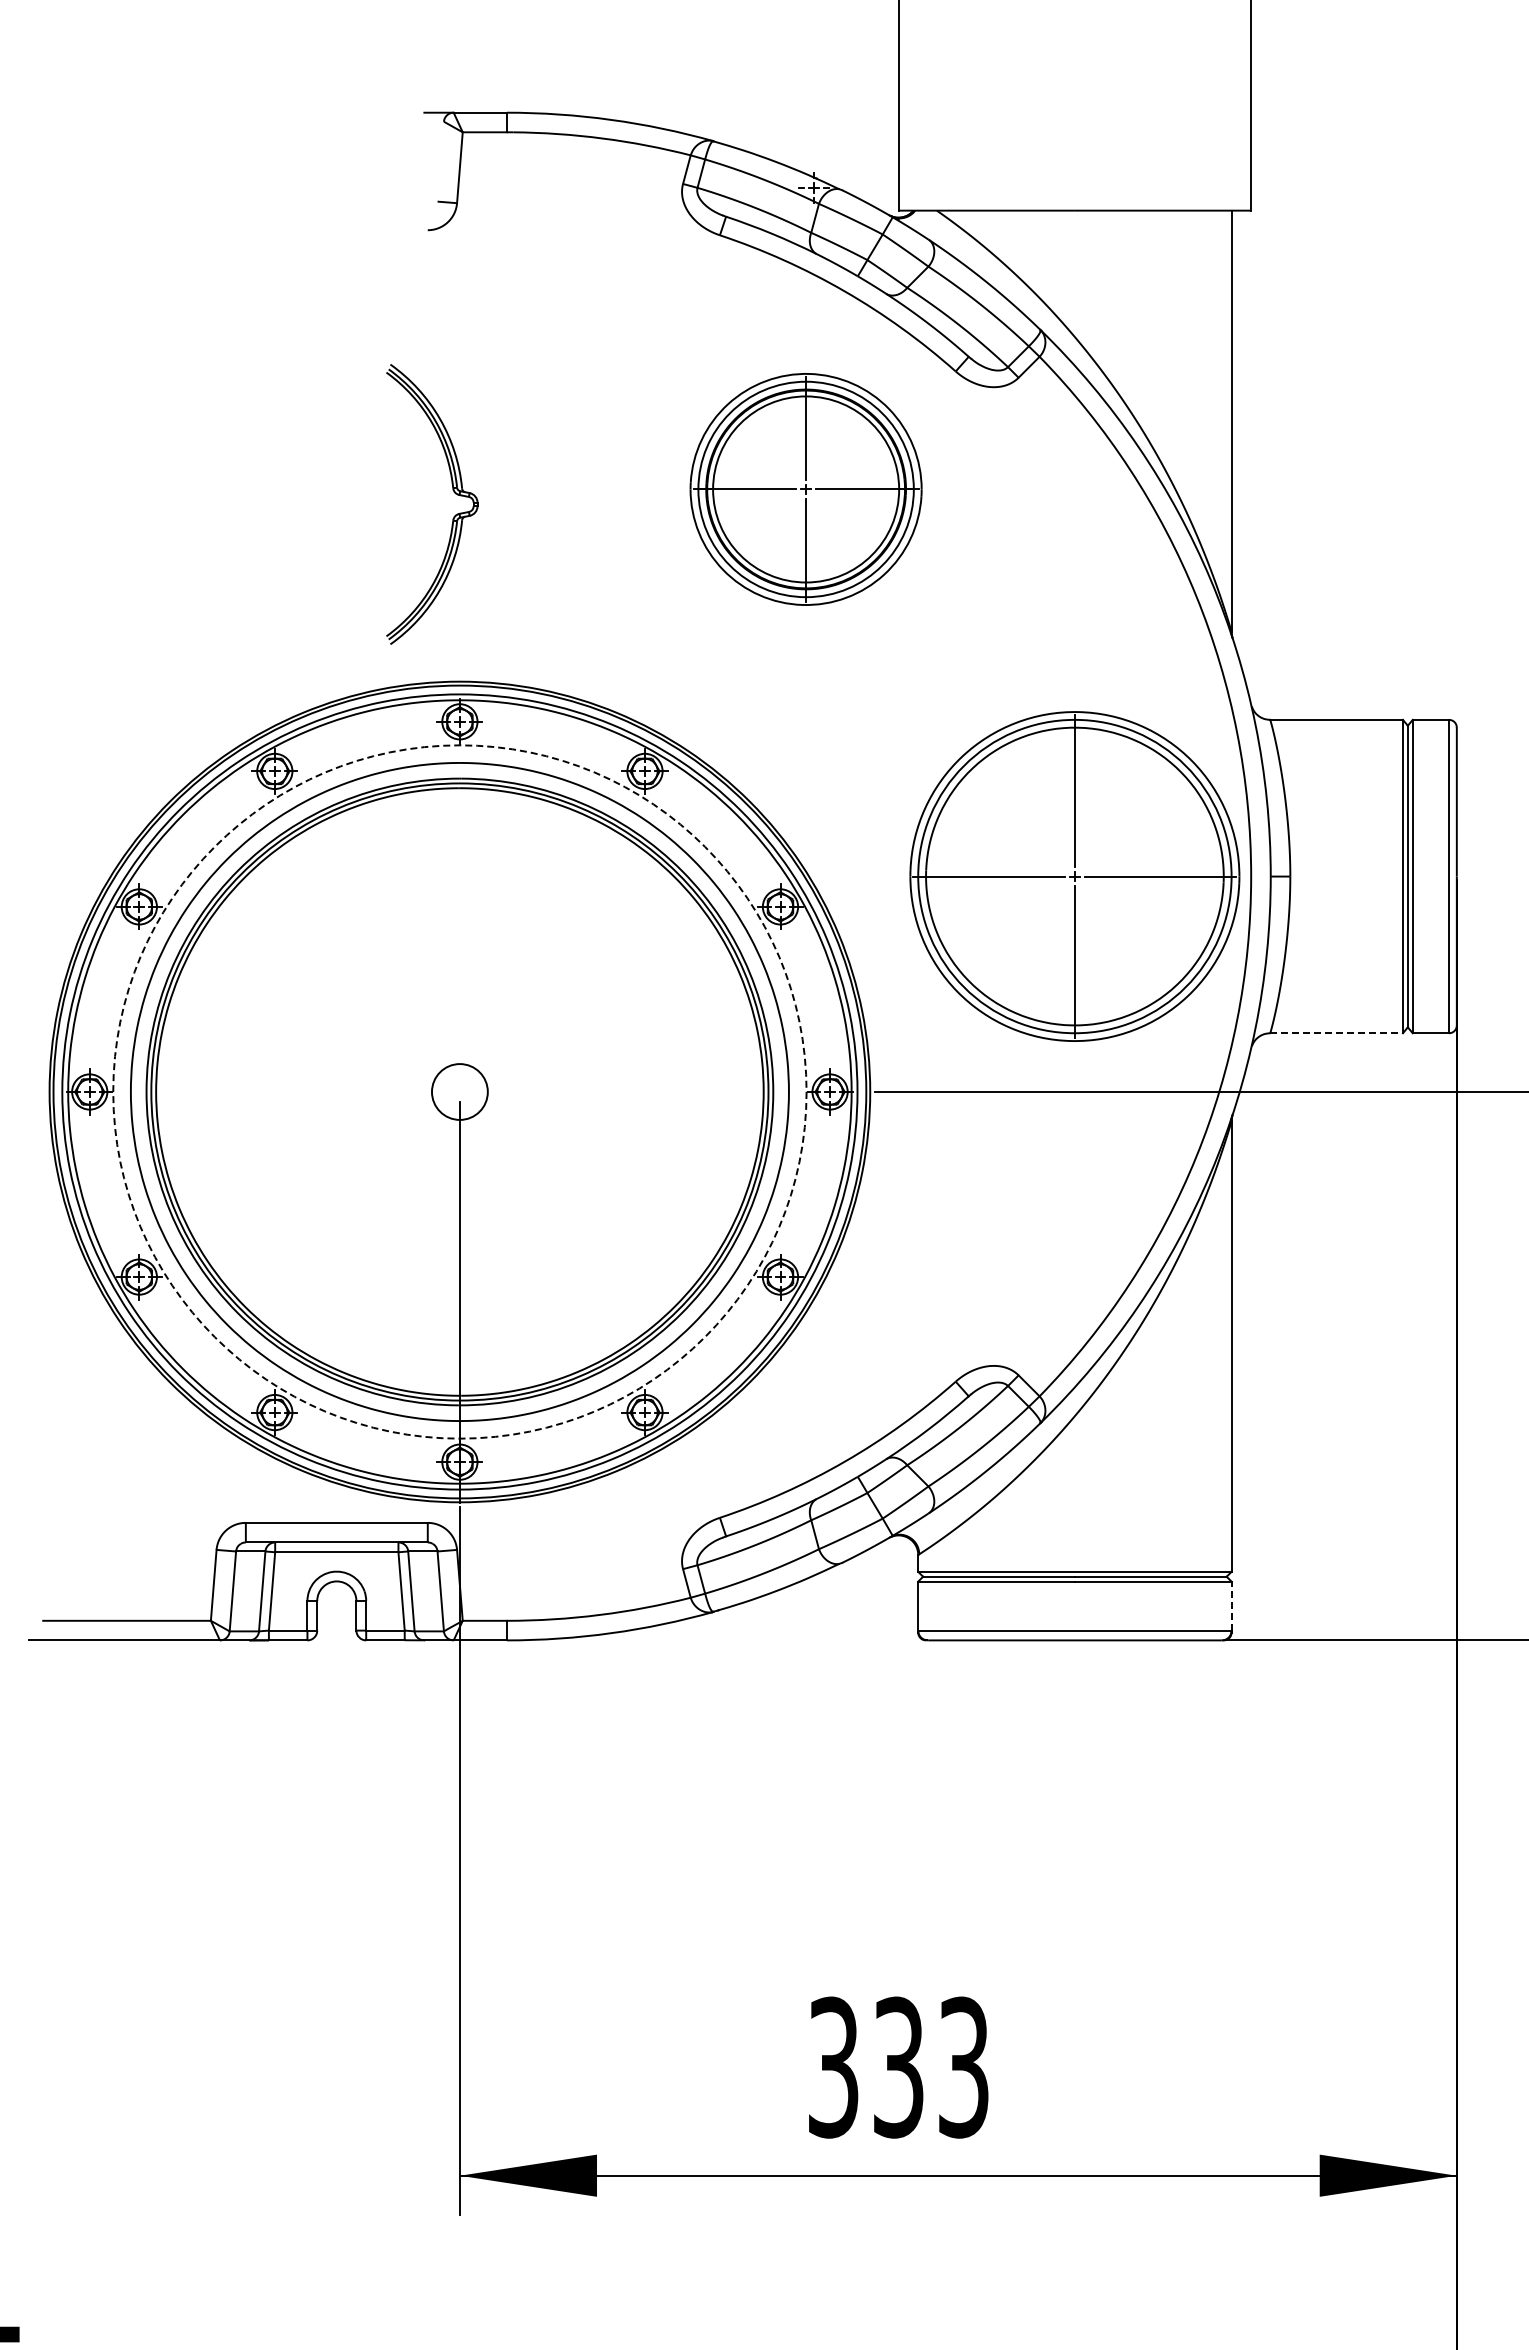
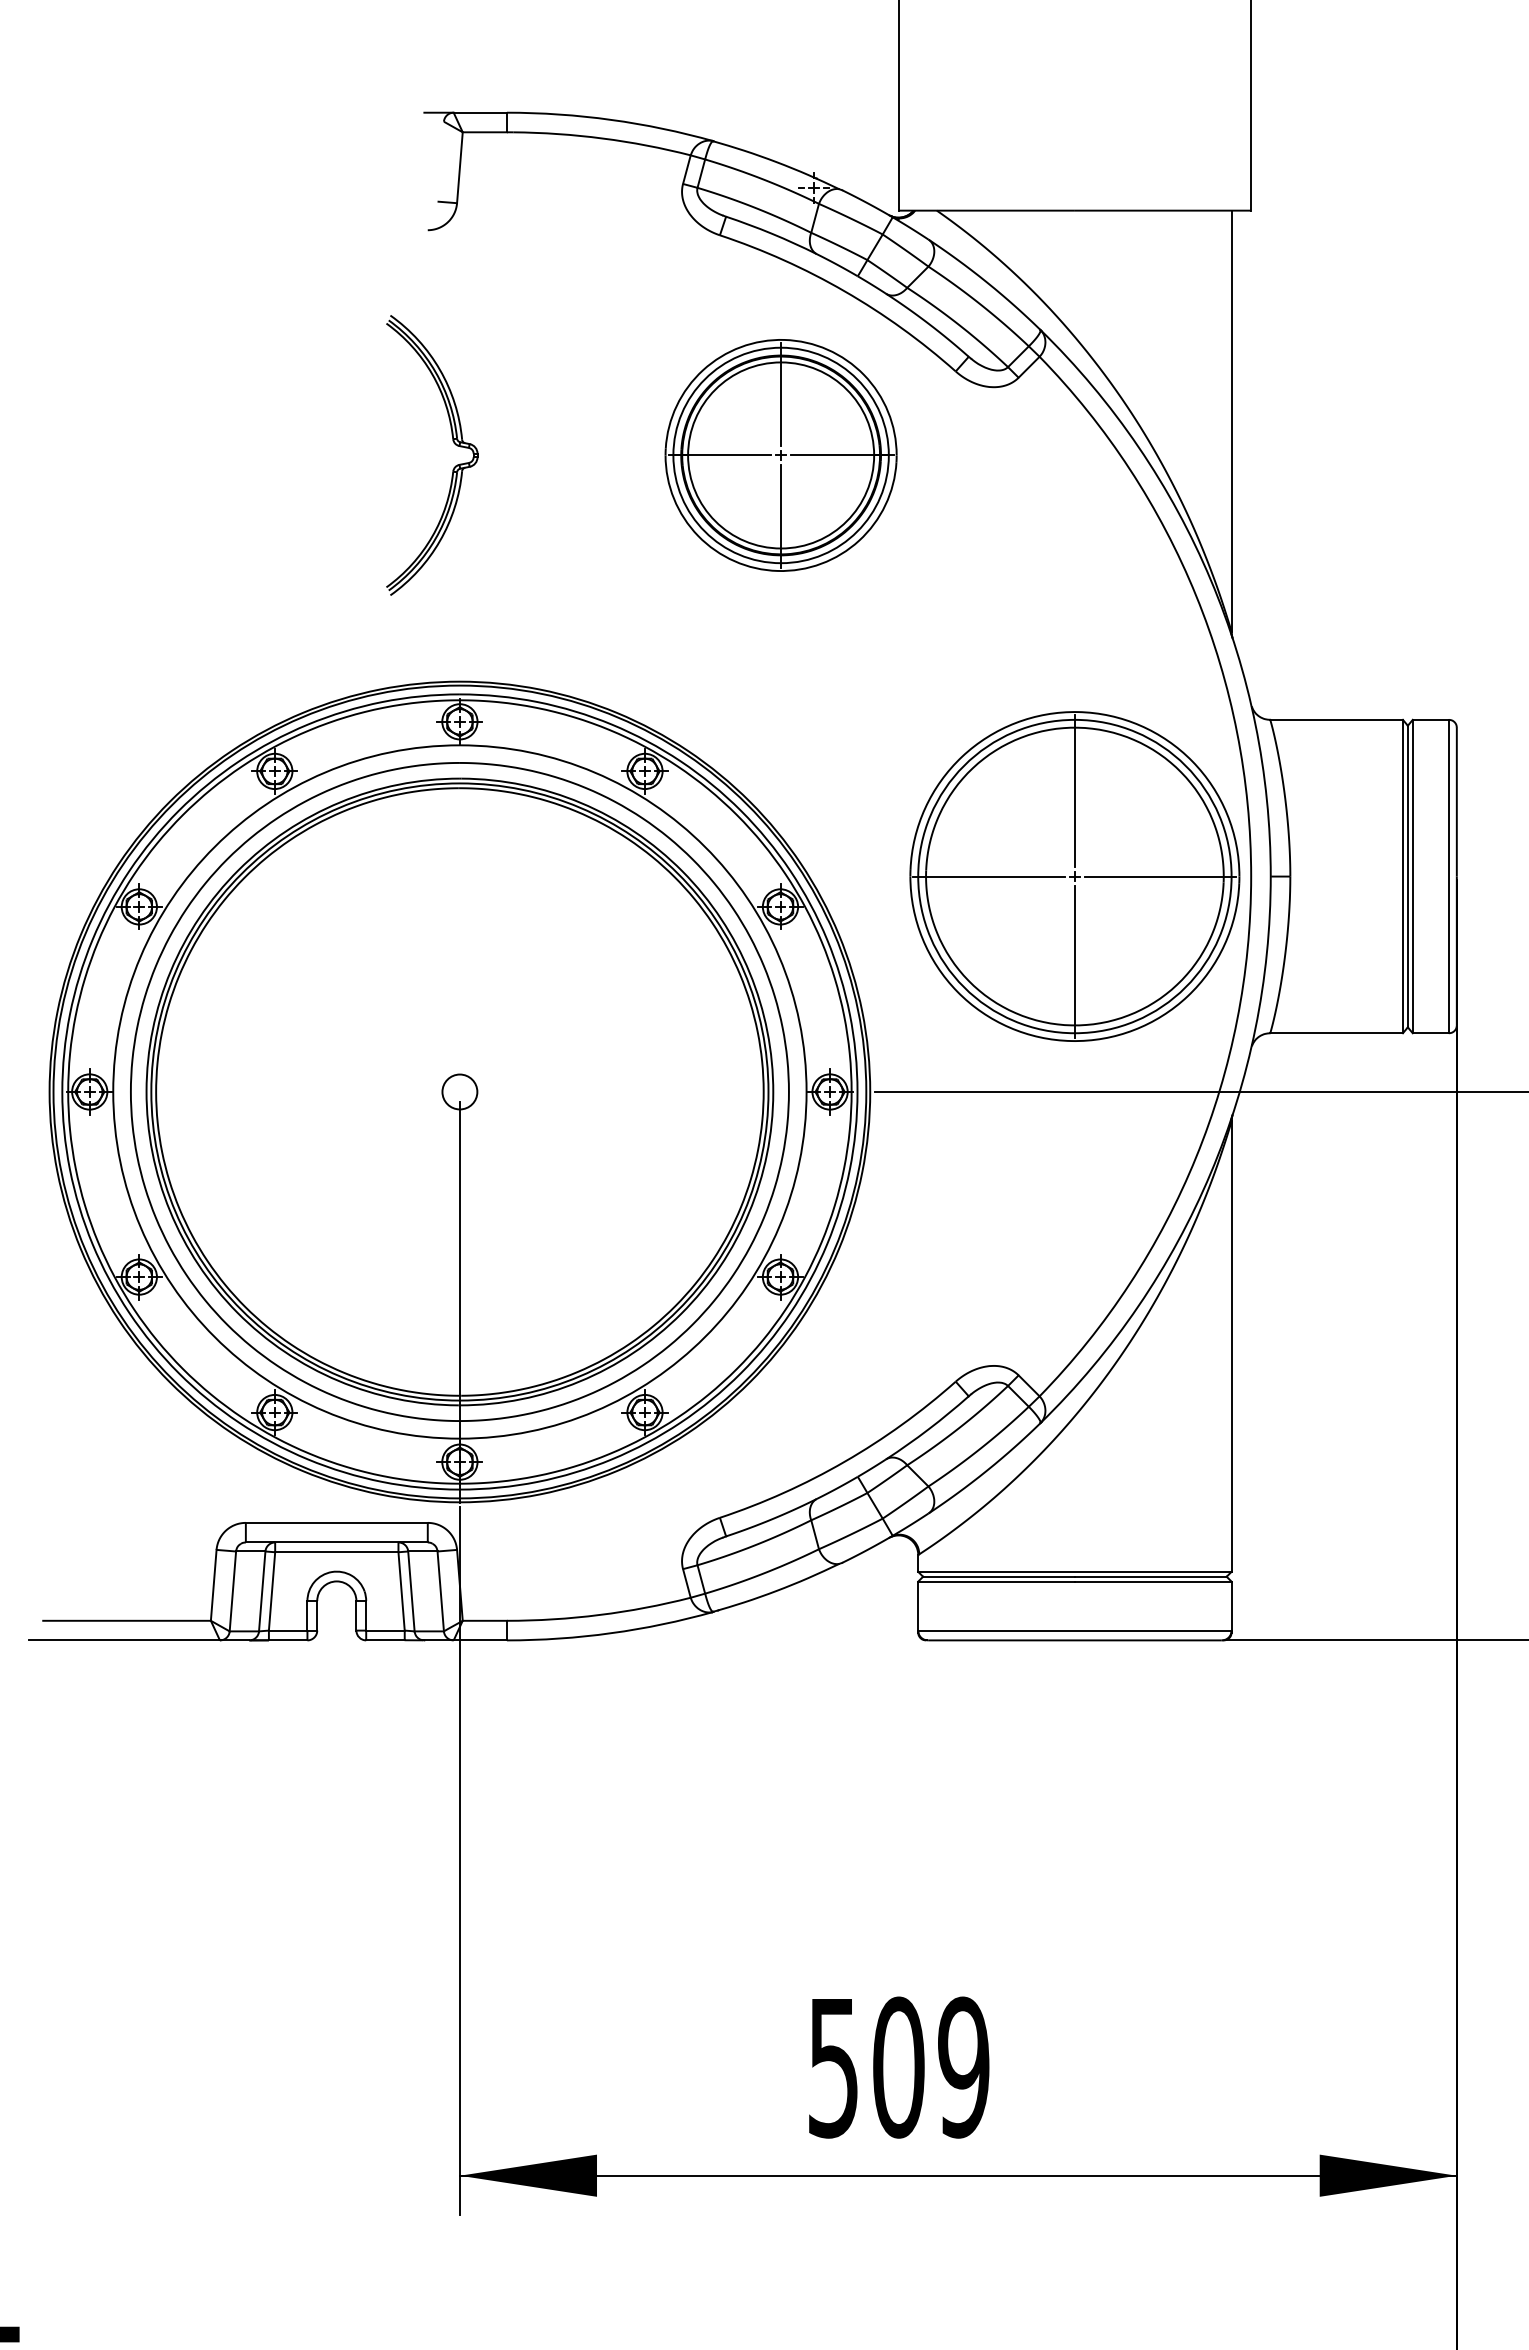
part at (805, 489) position: (805, 489) -> (780, 455)
part at (453, 492) position: (453, 492) -> (453, 443)
line at (1337, 1033): dashed -> solid
circle at (459, 1091) diameter: 56 px -> 35 px
circle at (459, 1091): dashed -> solid
line at (1231, 1605): dashed -> solid
text at (899, 2067): 333 -> 509
